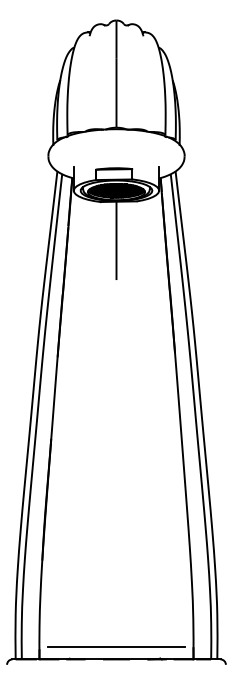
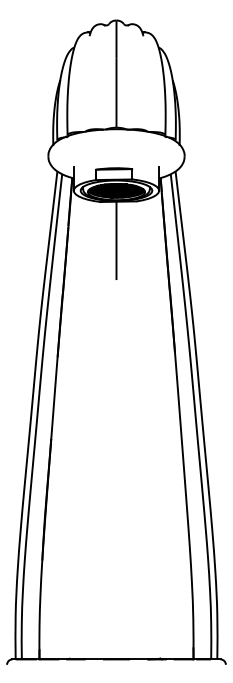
line at (116, 646): present -> none
